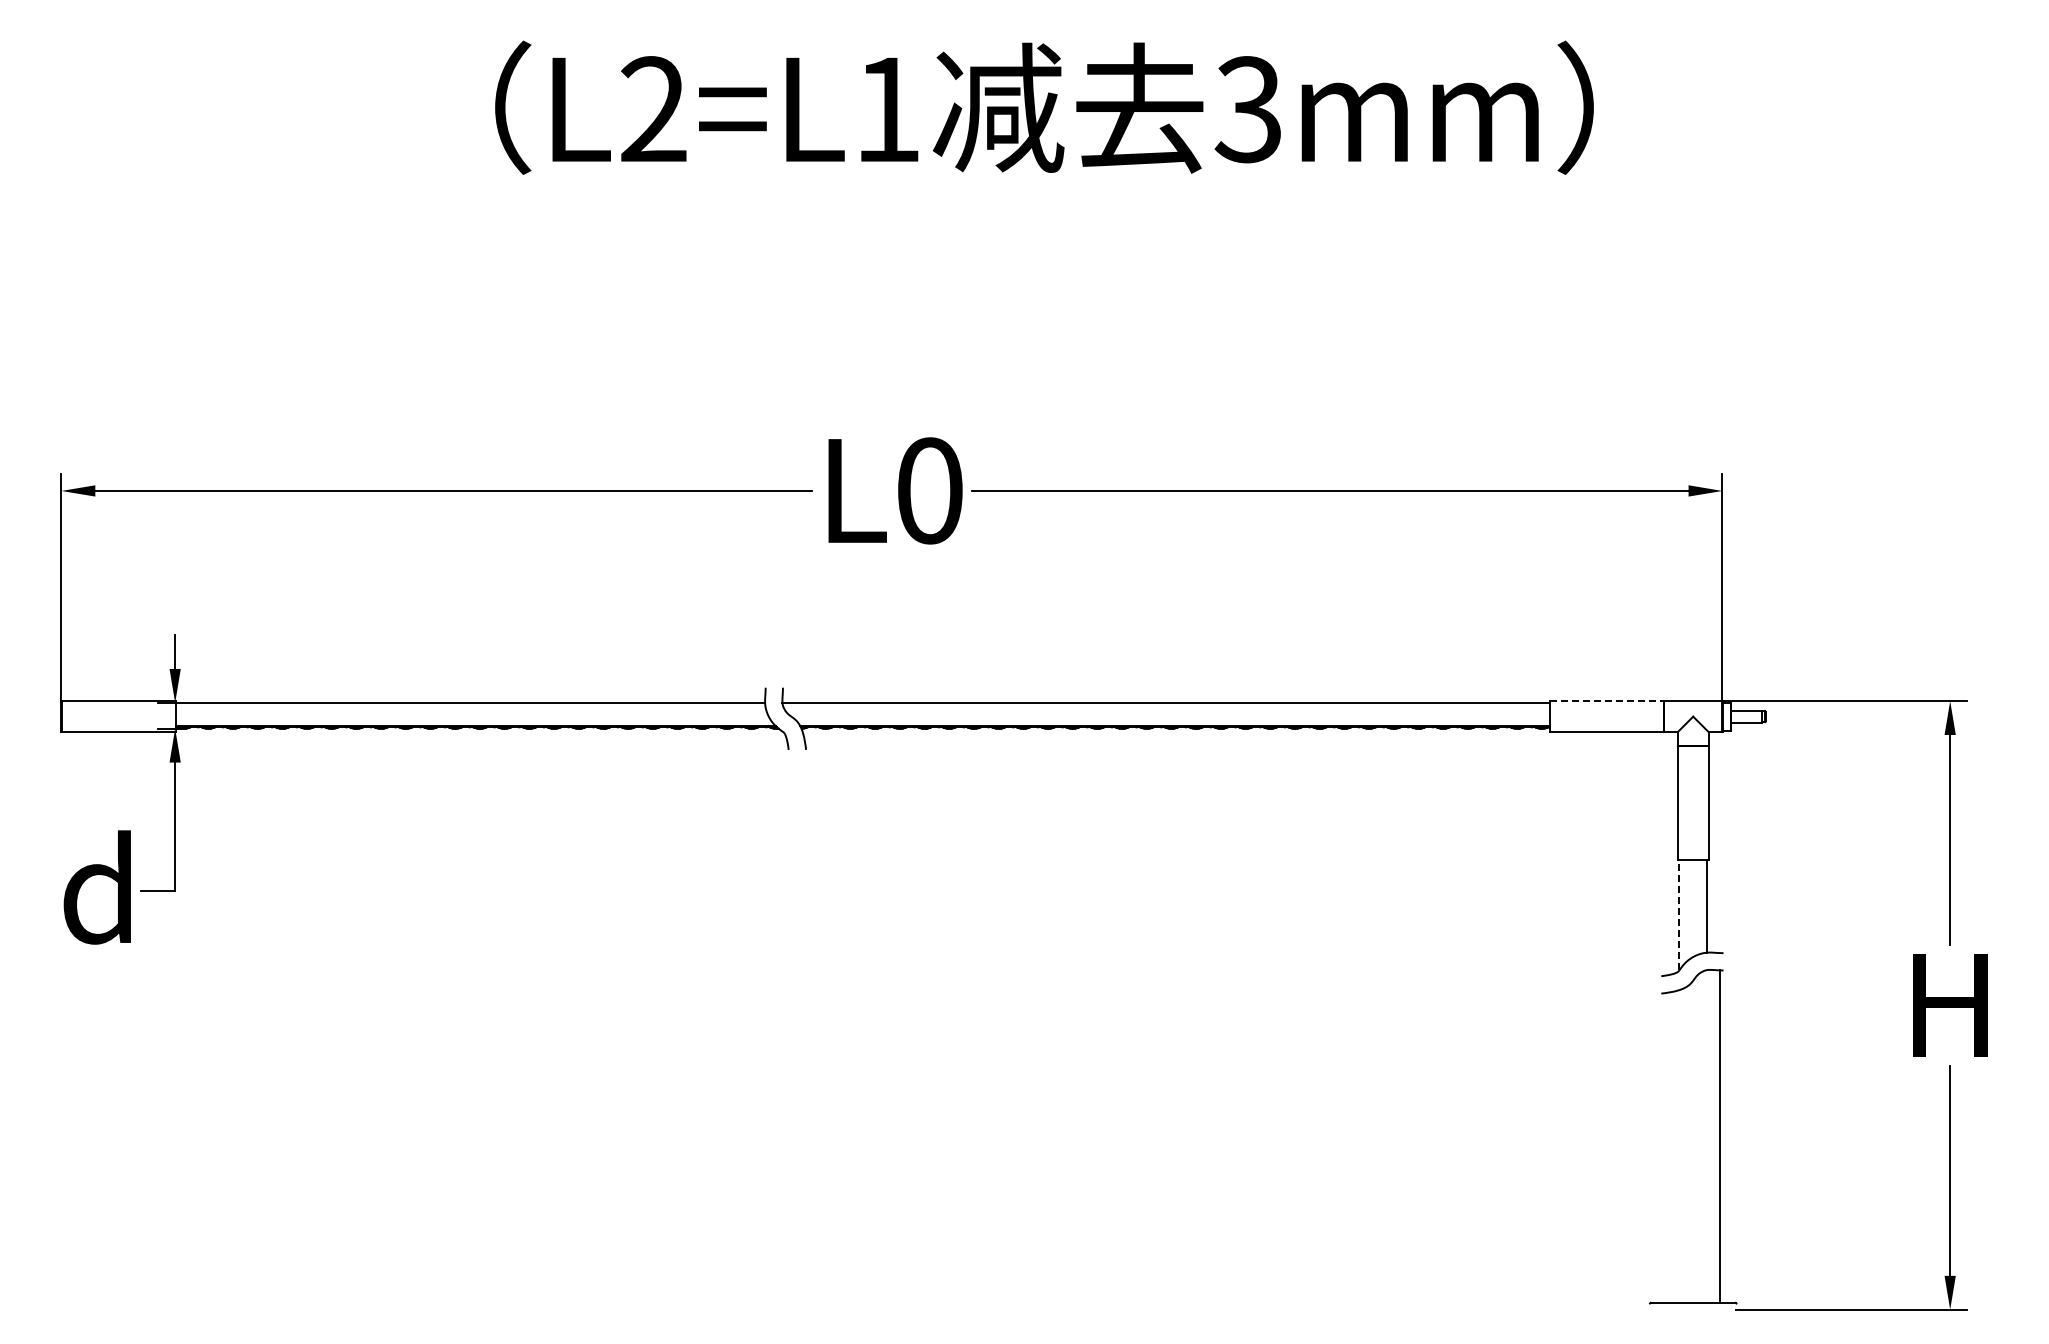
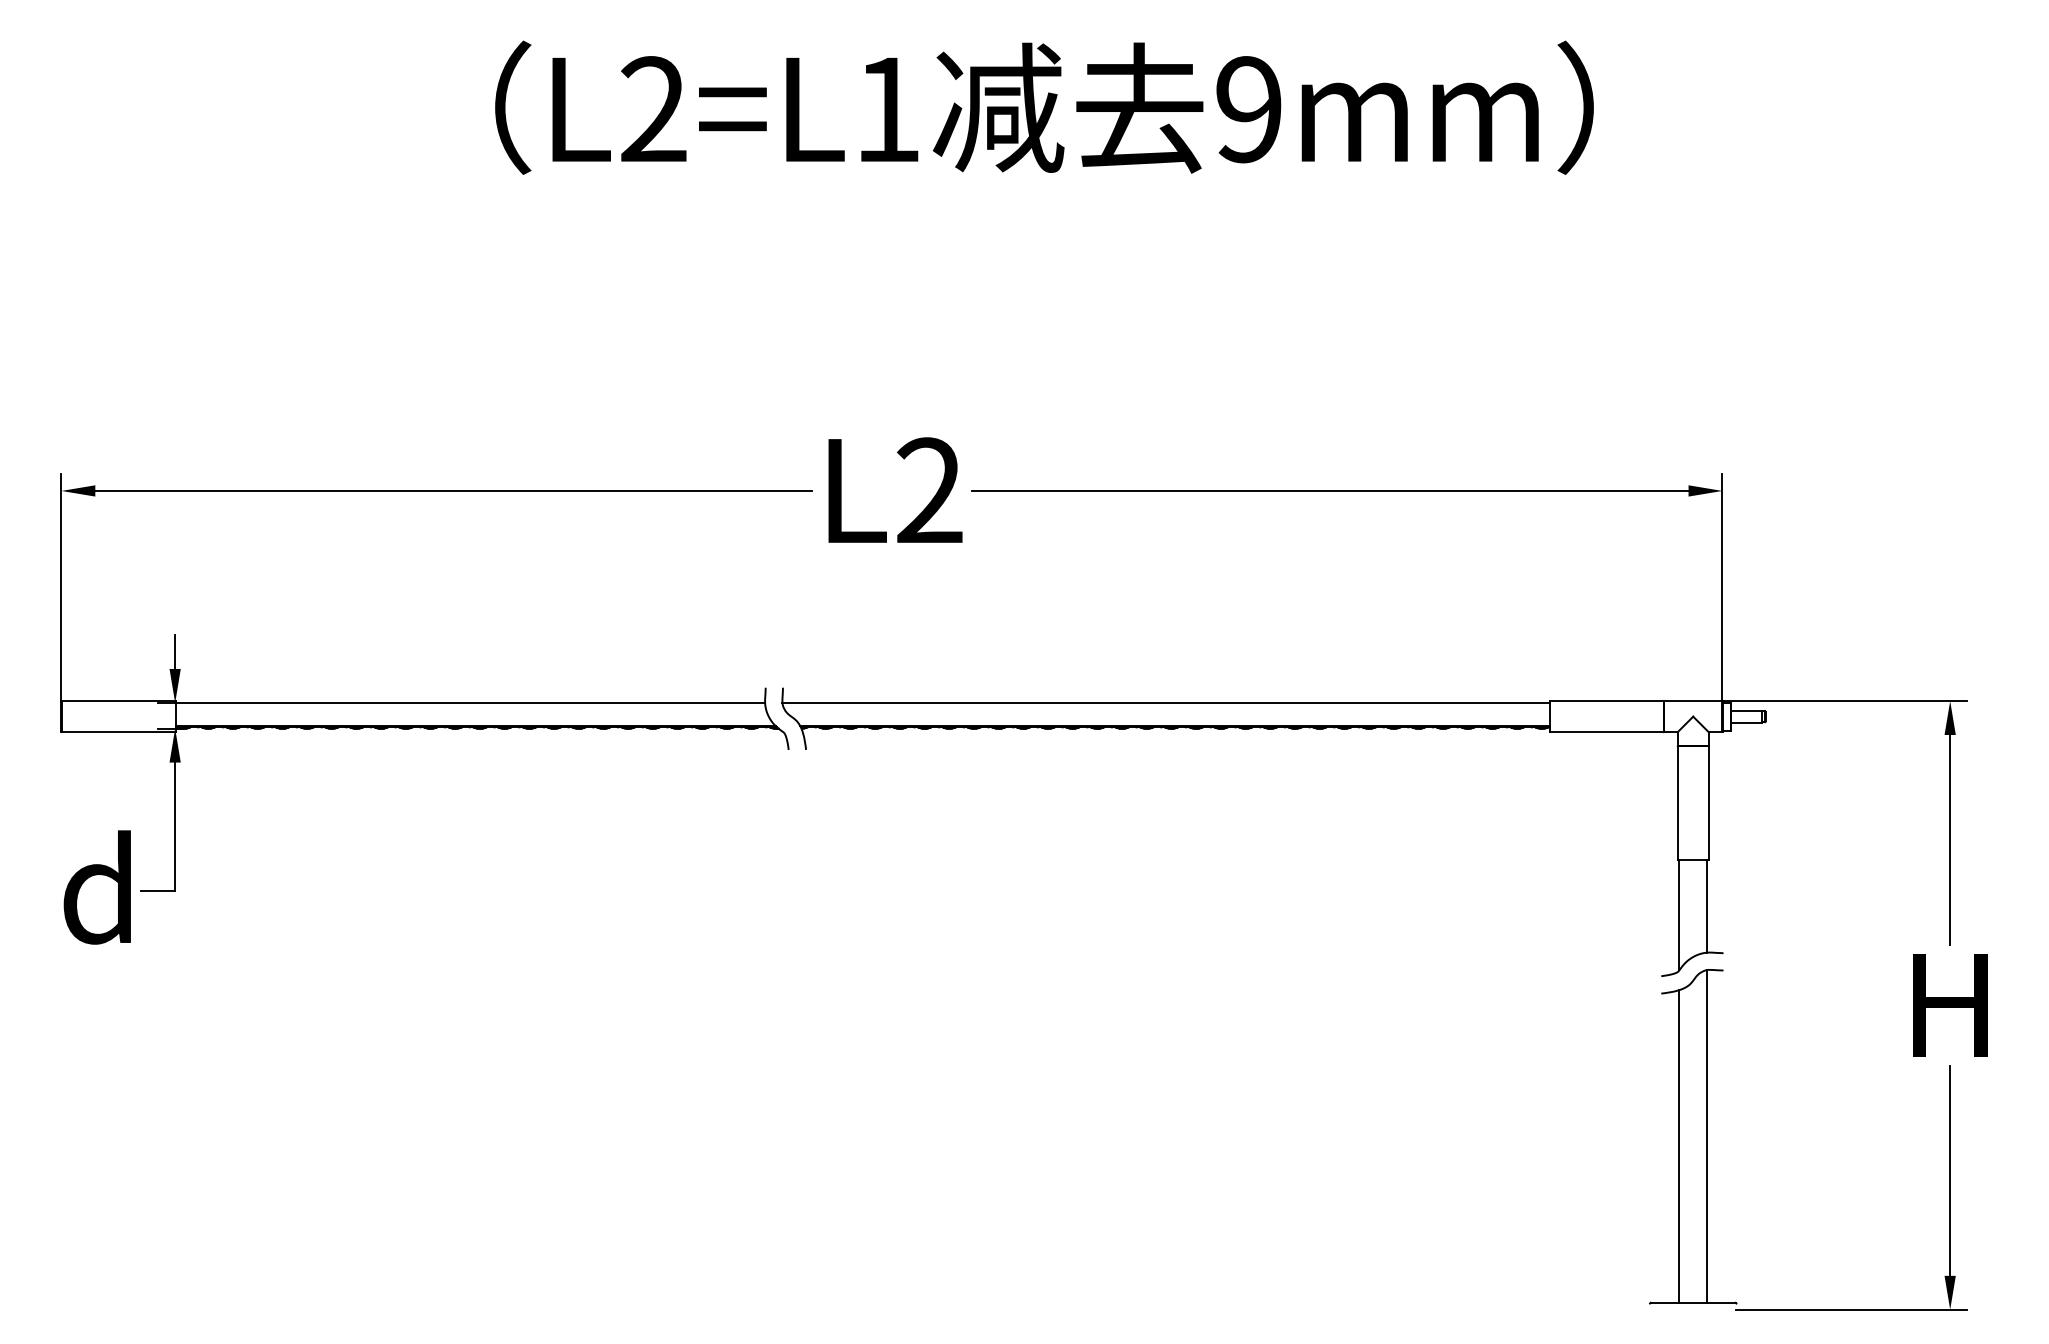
text at (1247, 109): 3mm -> 9mm
text at (929, 490): L0 -> L2
line at (1607, 701): dashed -> solid
line at (1679, 914): dashed -> solid
line at (1720, 1136) position: (1720, 1136) -> (1707, 1136)
line at (1679, 1146): none -> present
